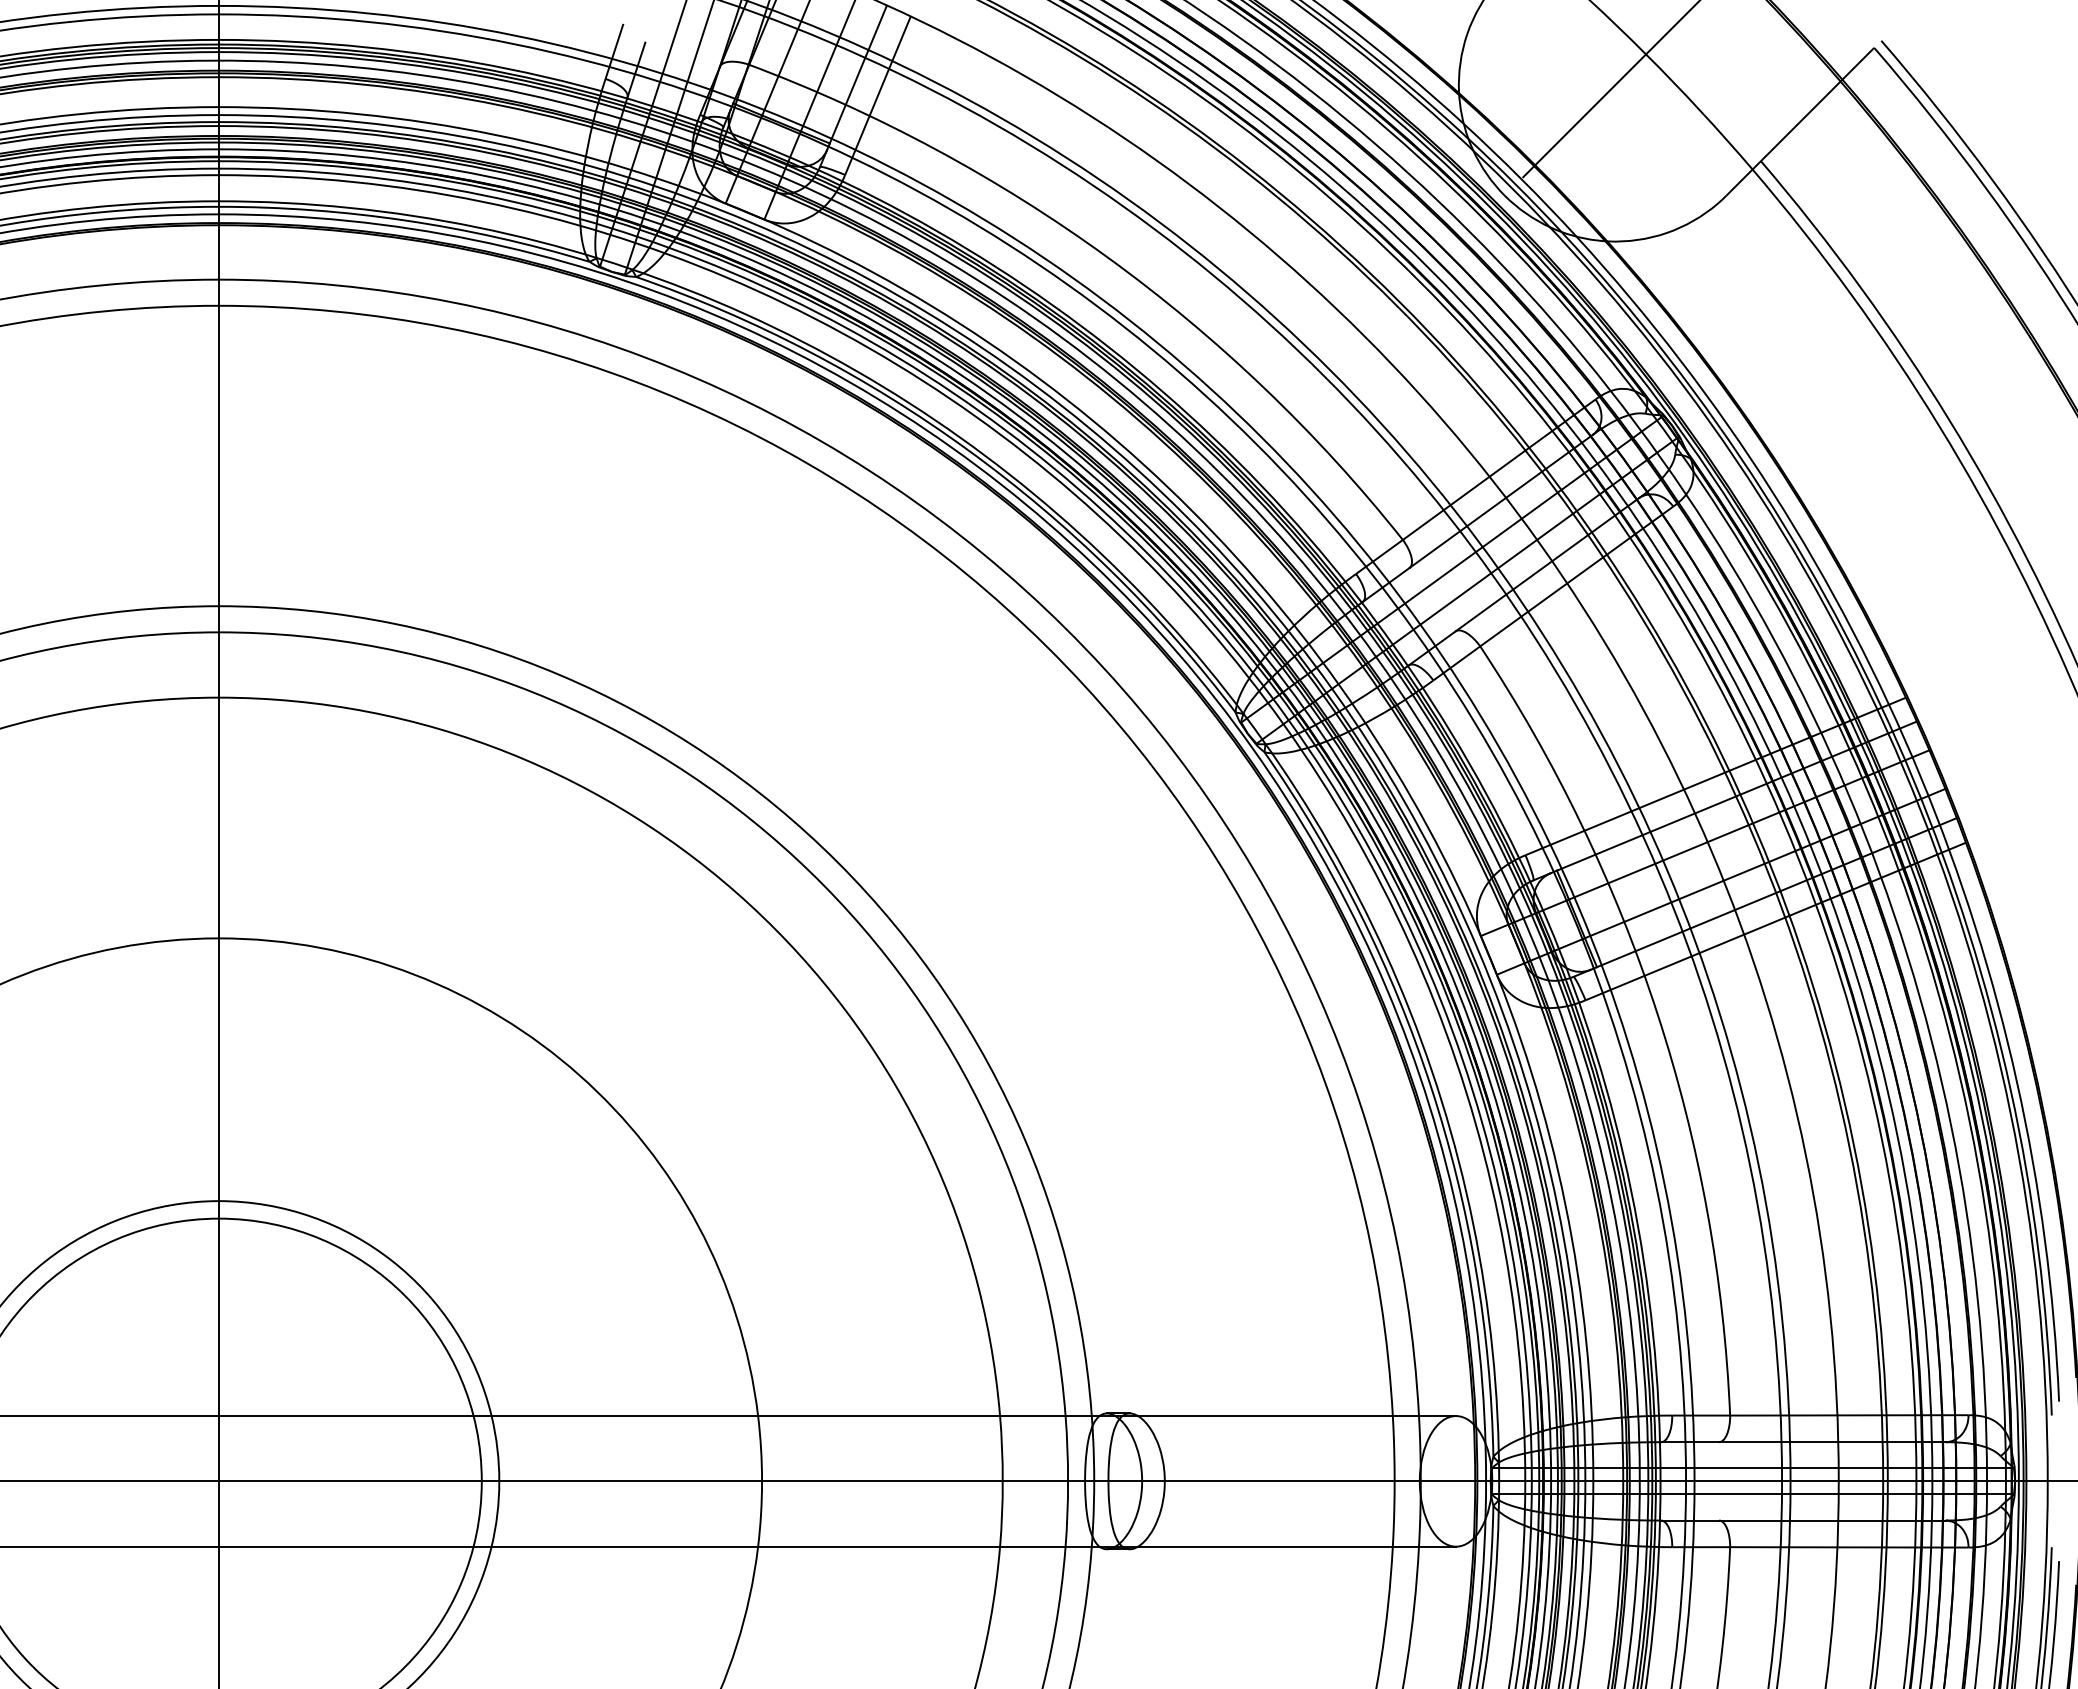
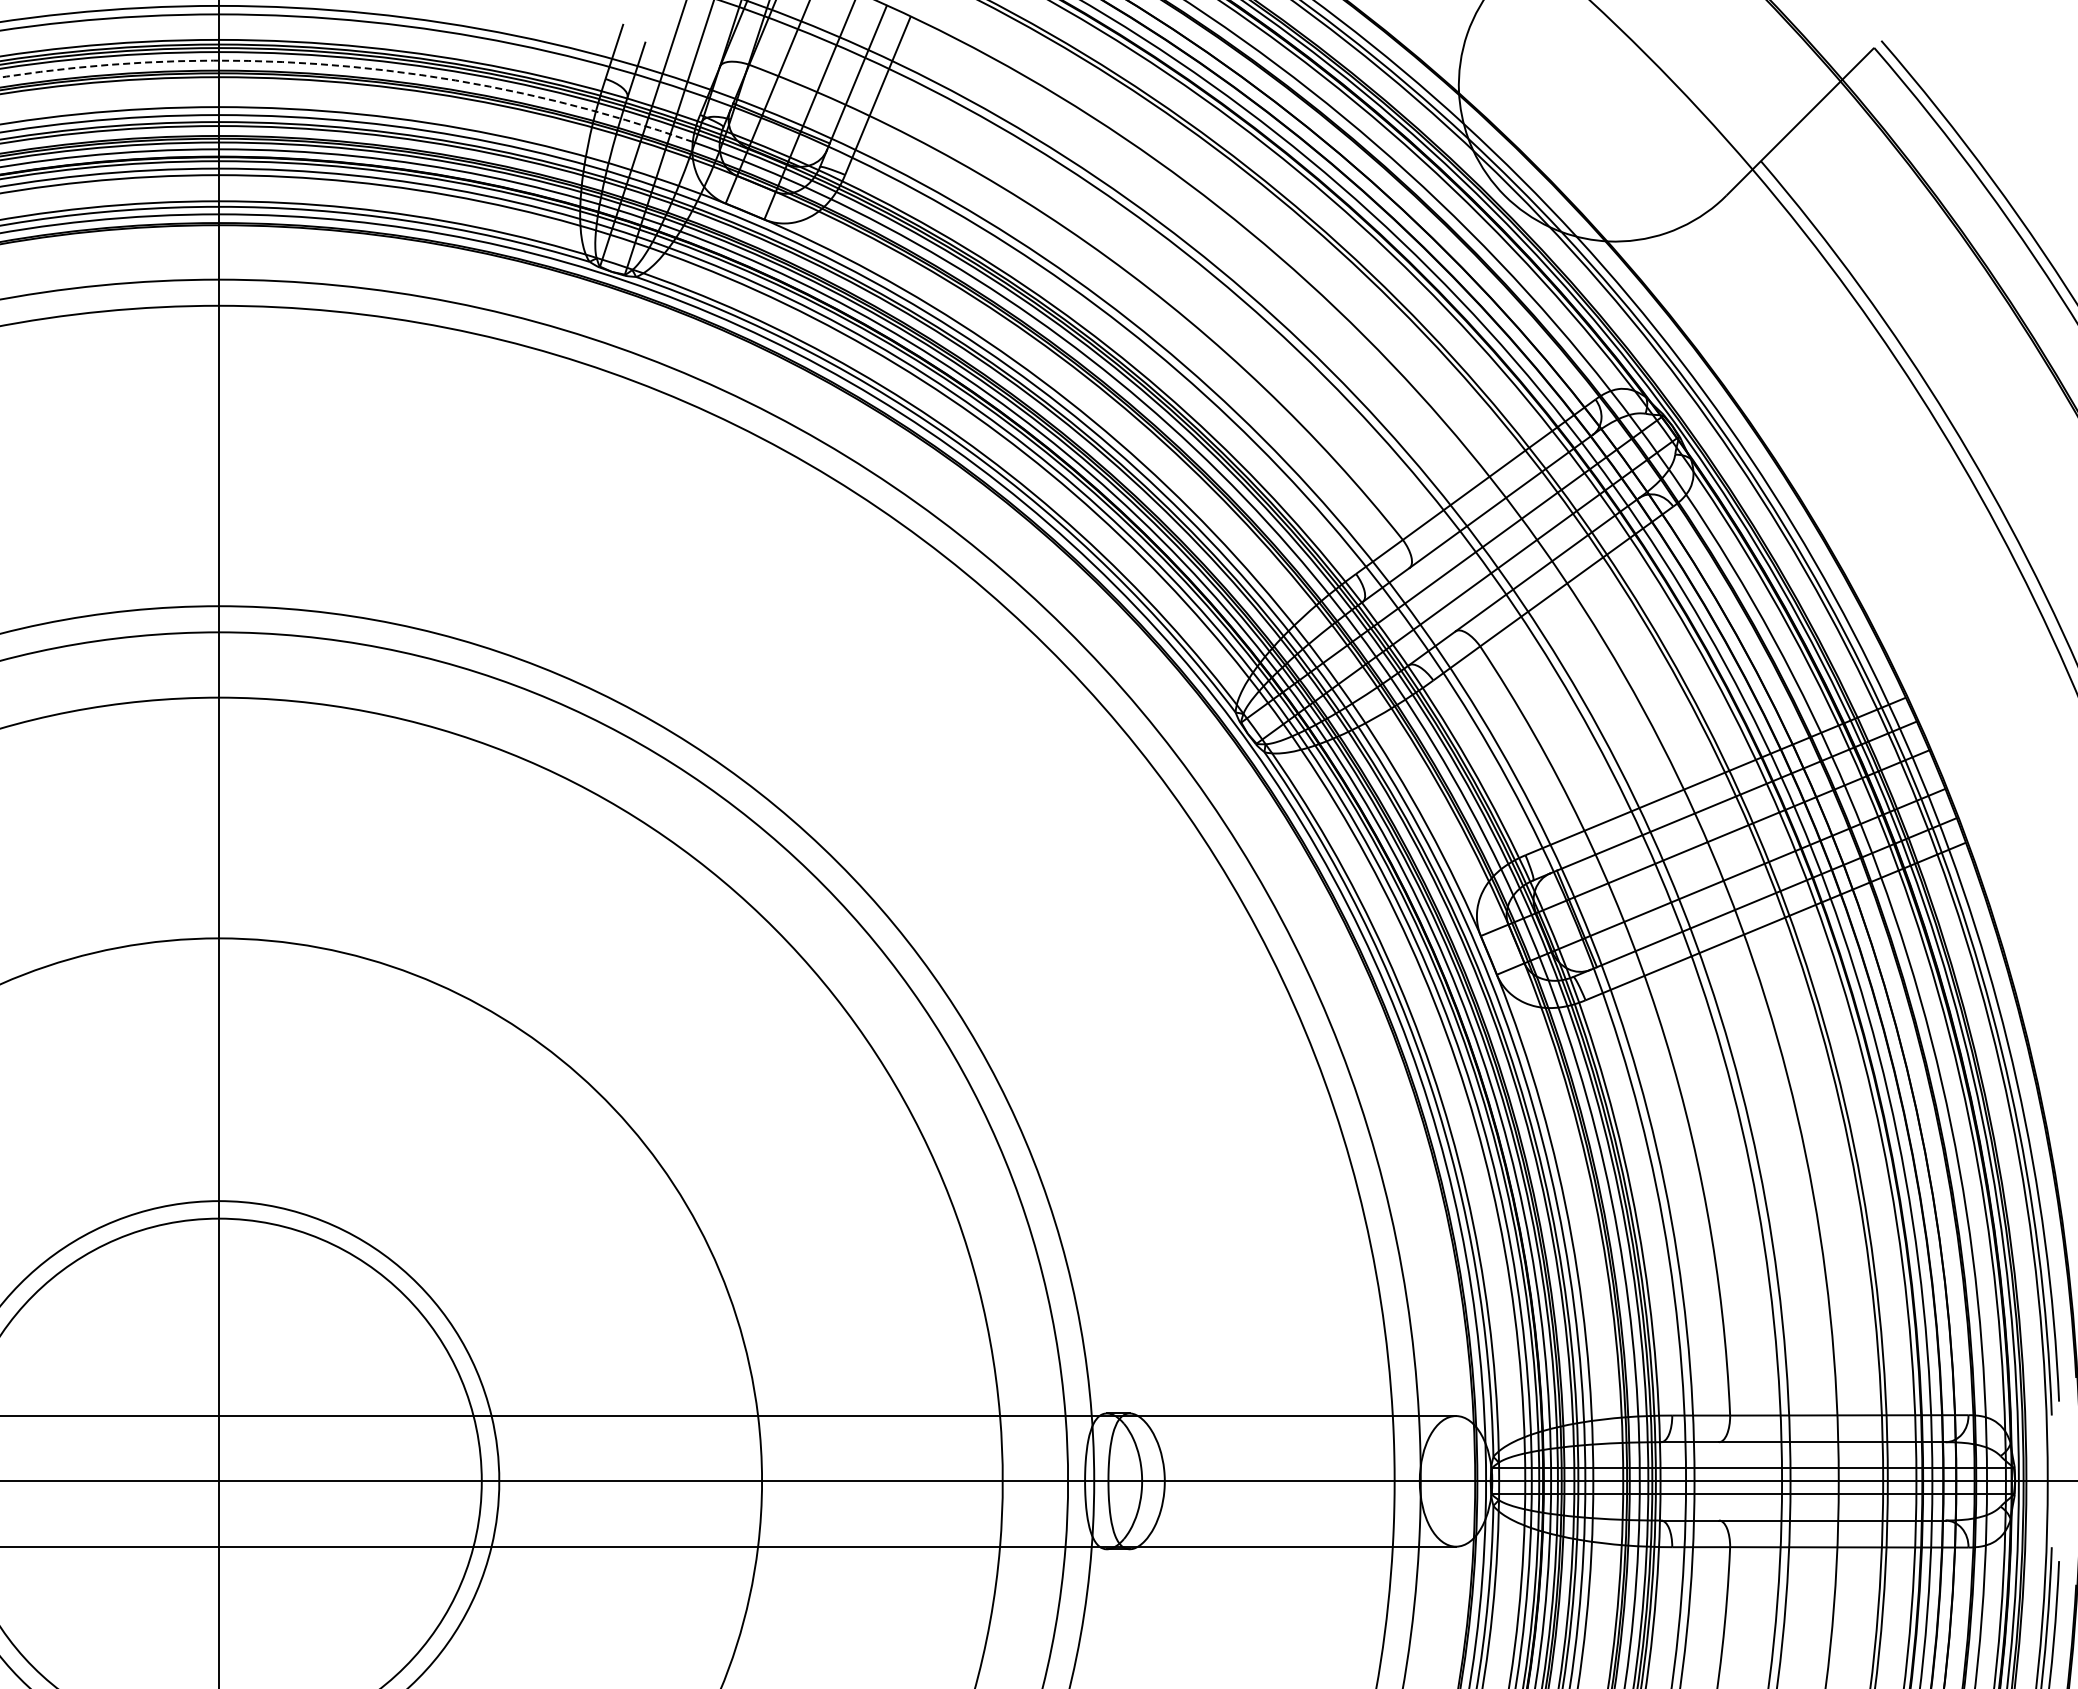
arc at (351, 66): solid -> dashed
line at (1610, 89): present -> none
